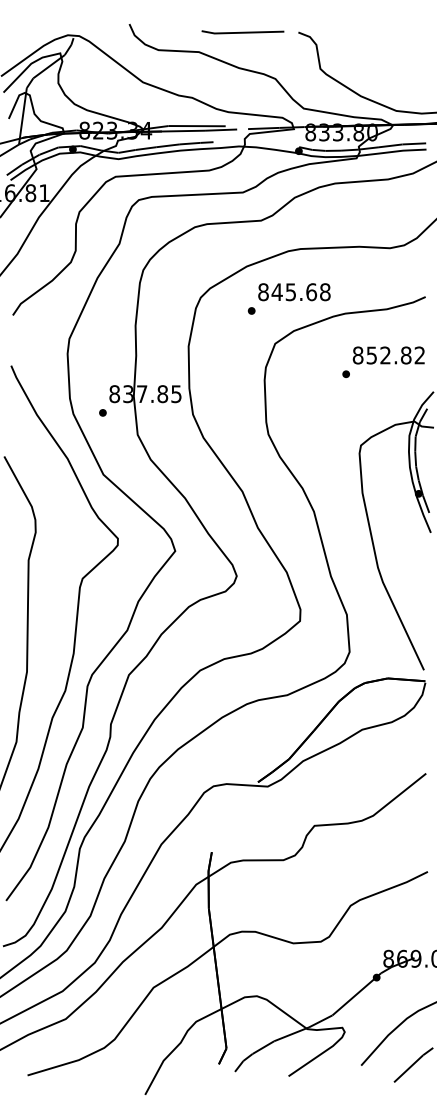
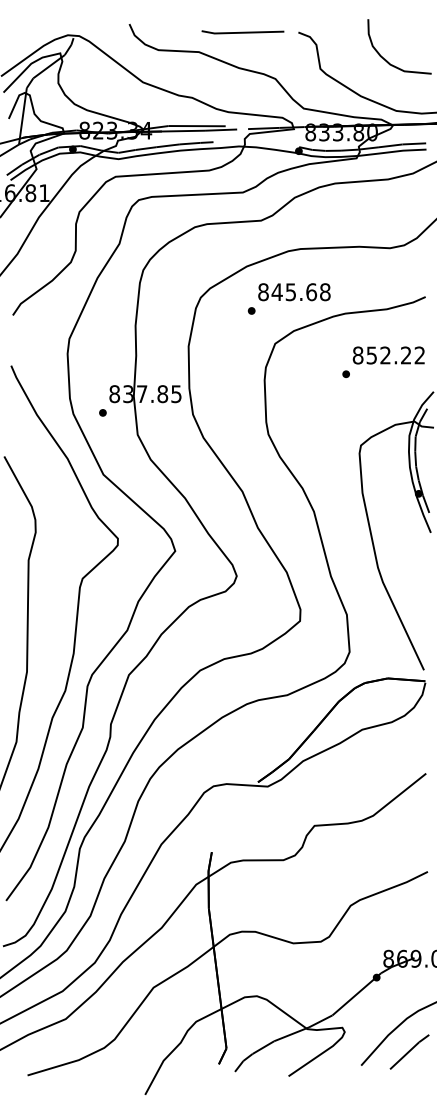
curve at (386, 59): none -> present
text at (405, 355): 852.82 -> 852.22
line at (413, 1064) position: (413, 1064) -> (409, 1051)
